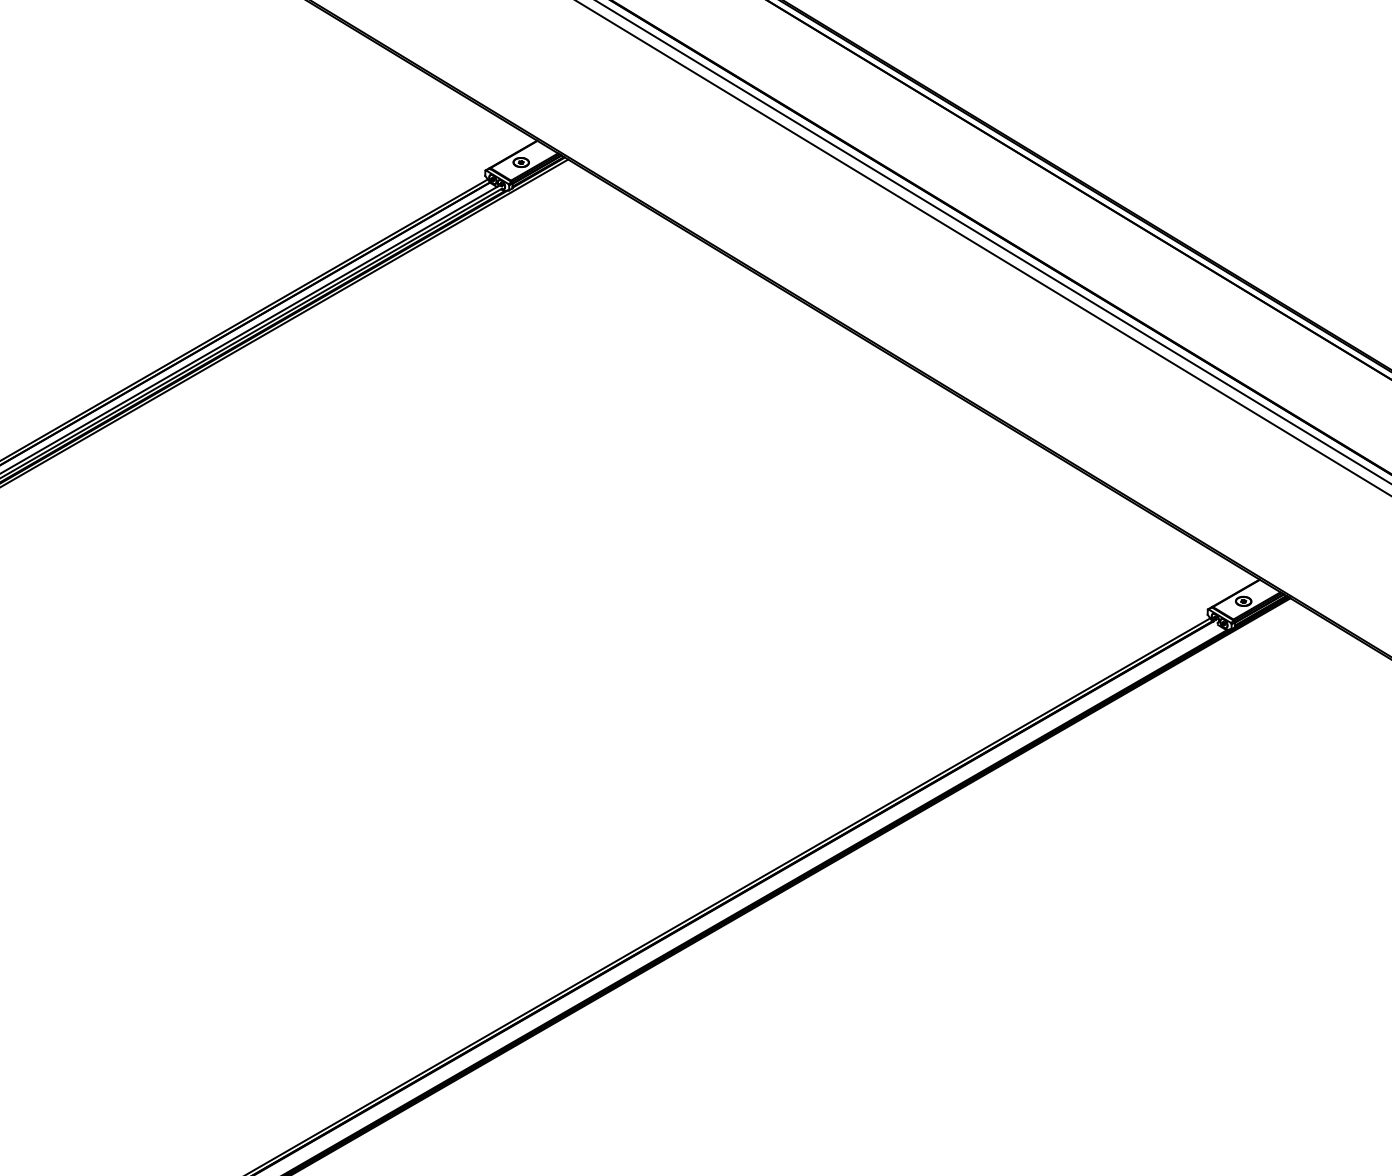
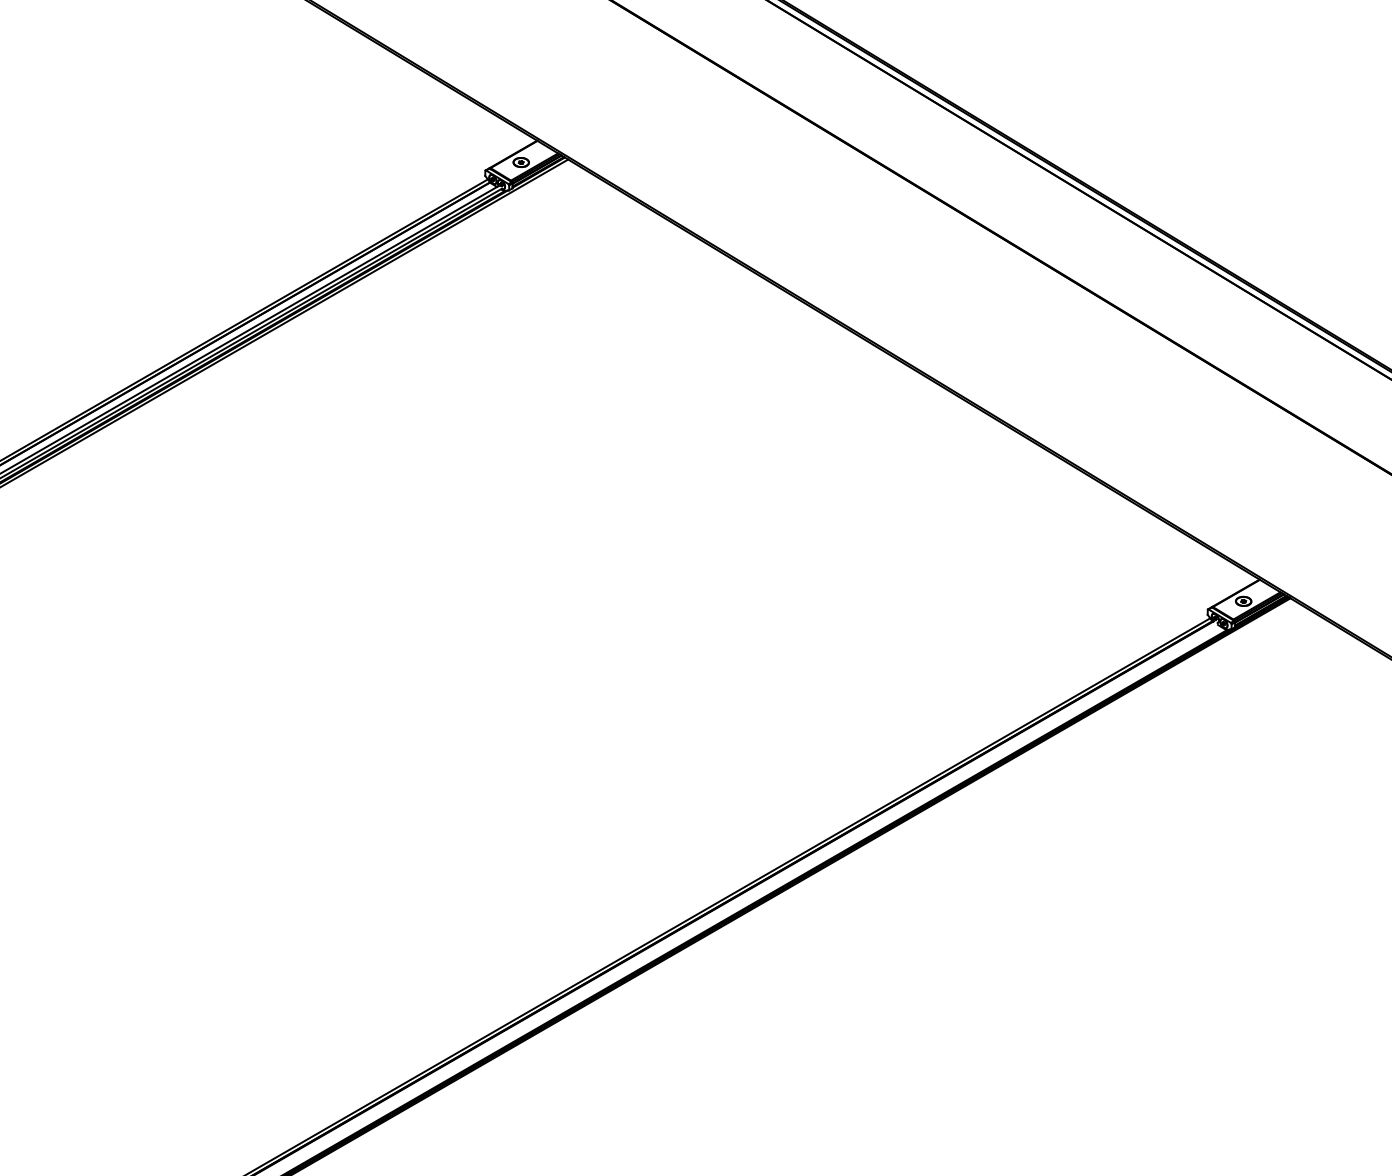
line at (993, 242): present -> none
line at (983, 248): present -> none
